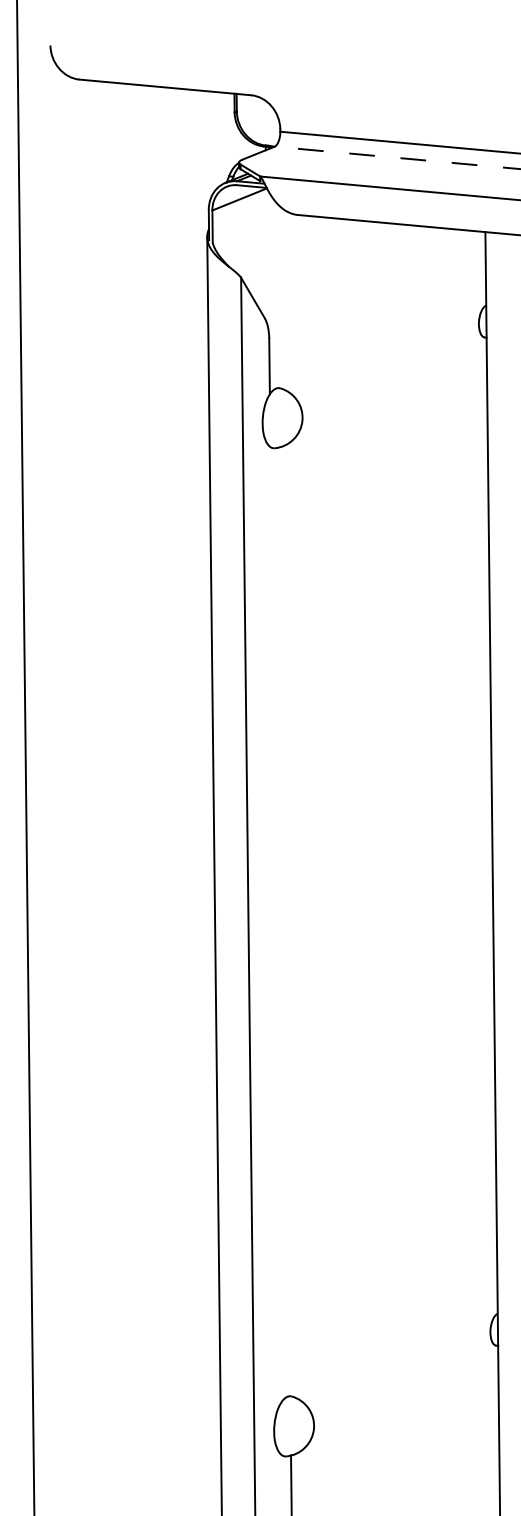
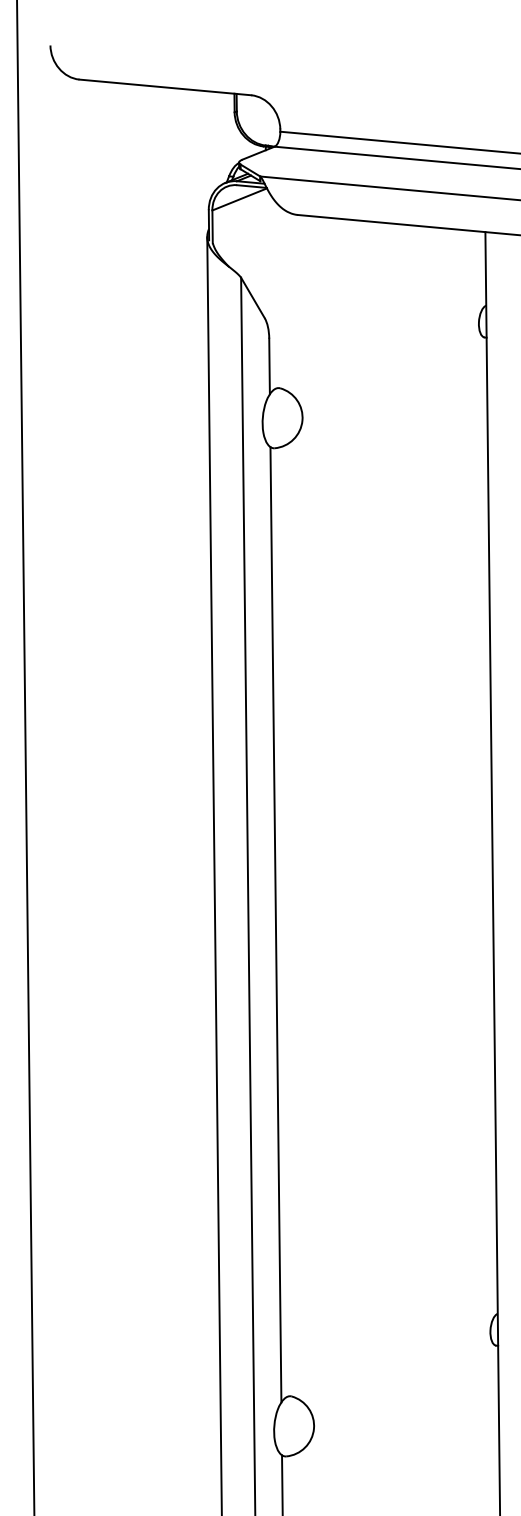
line at (396, 157): dashed -> solid
line at (275, 924): none -> present
line at (291, 1483) position: (291, 1483) -> (282, 1483)
